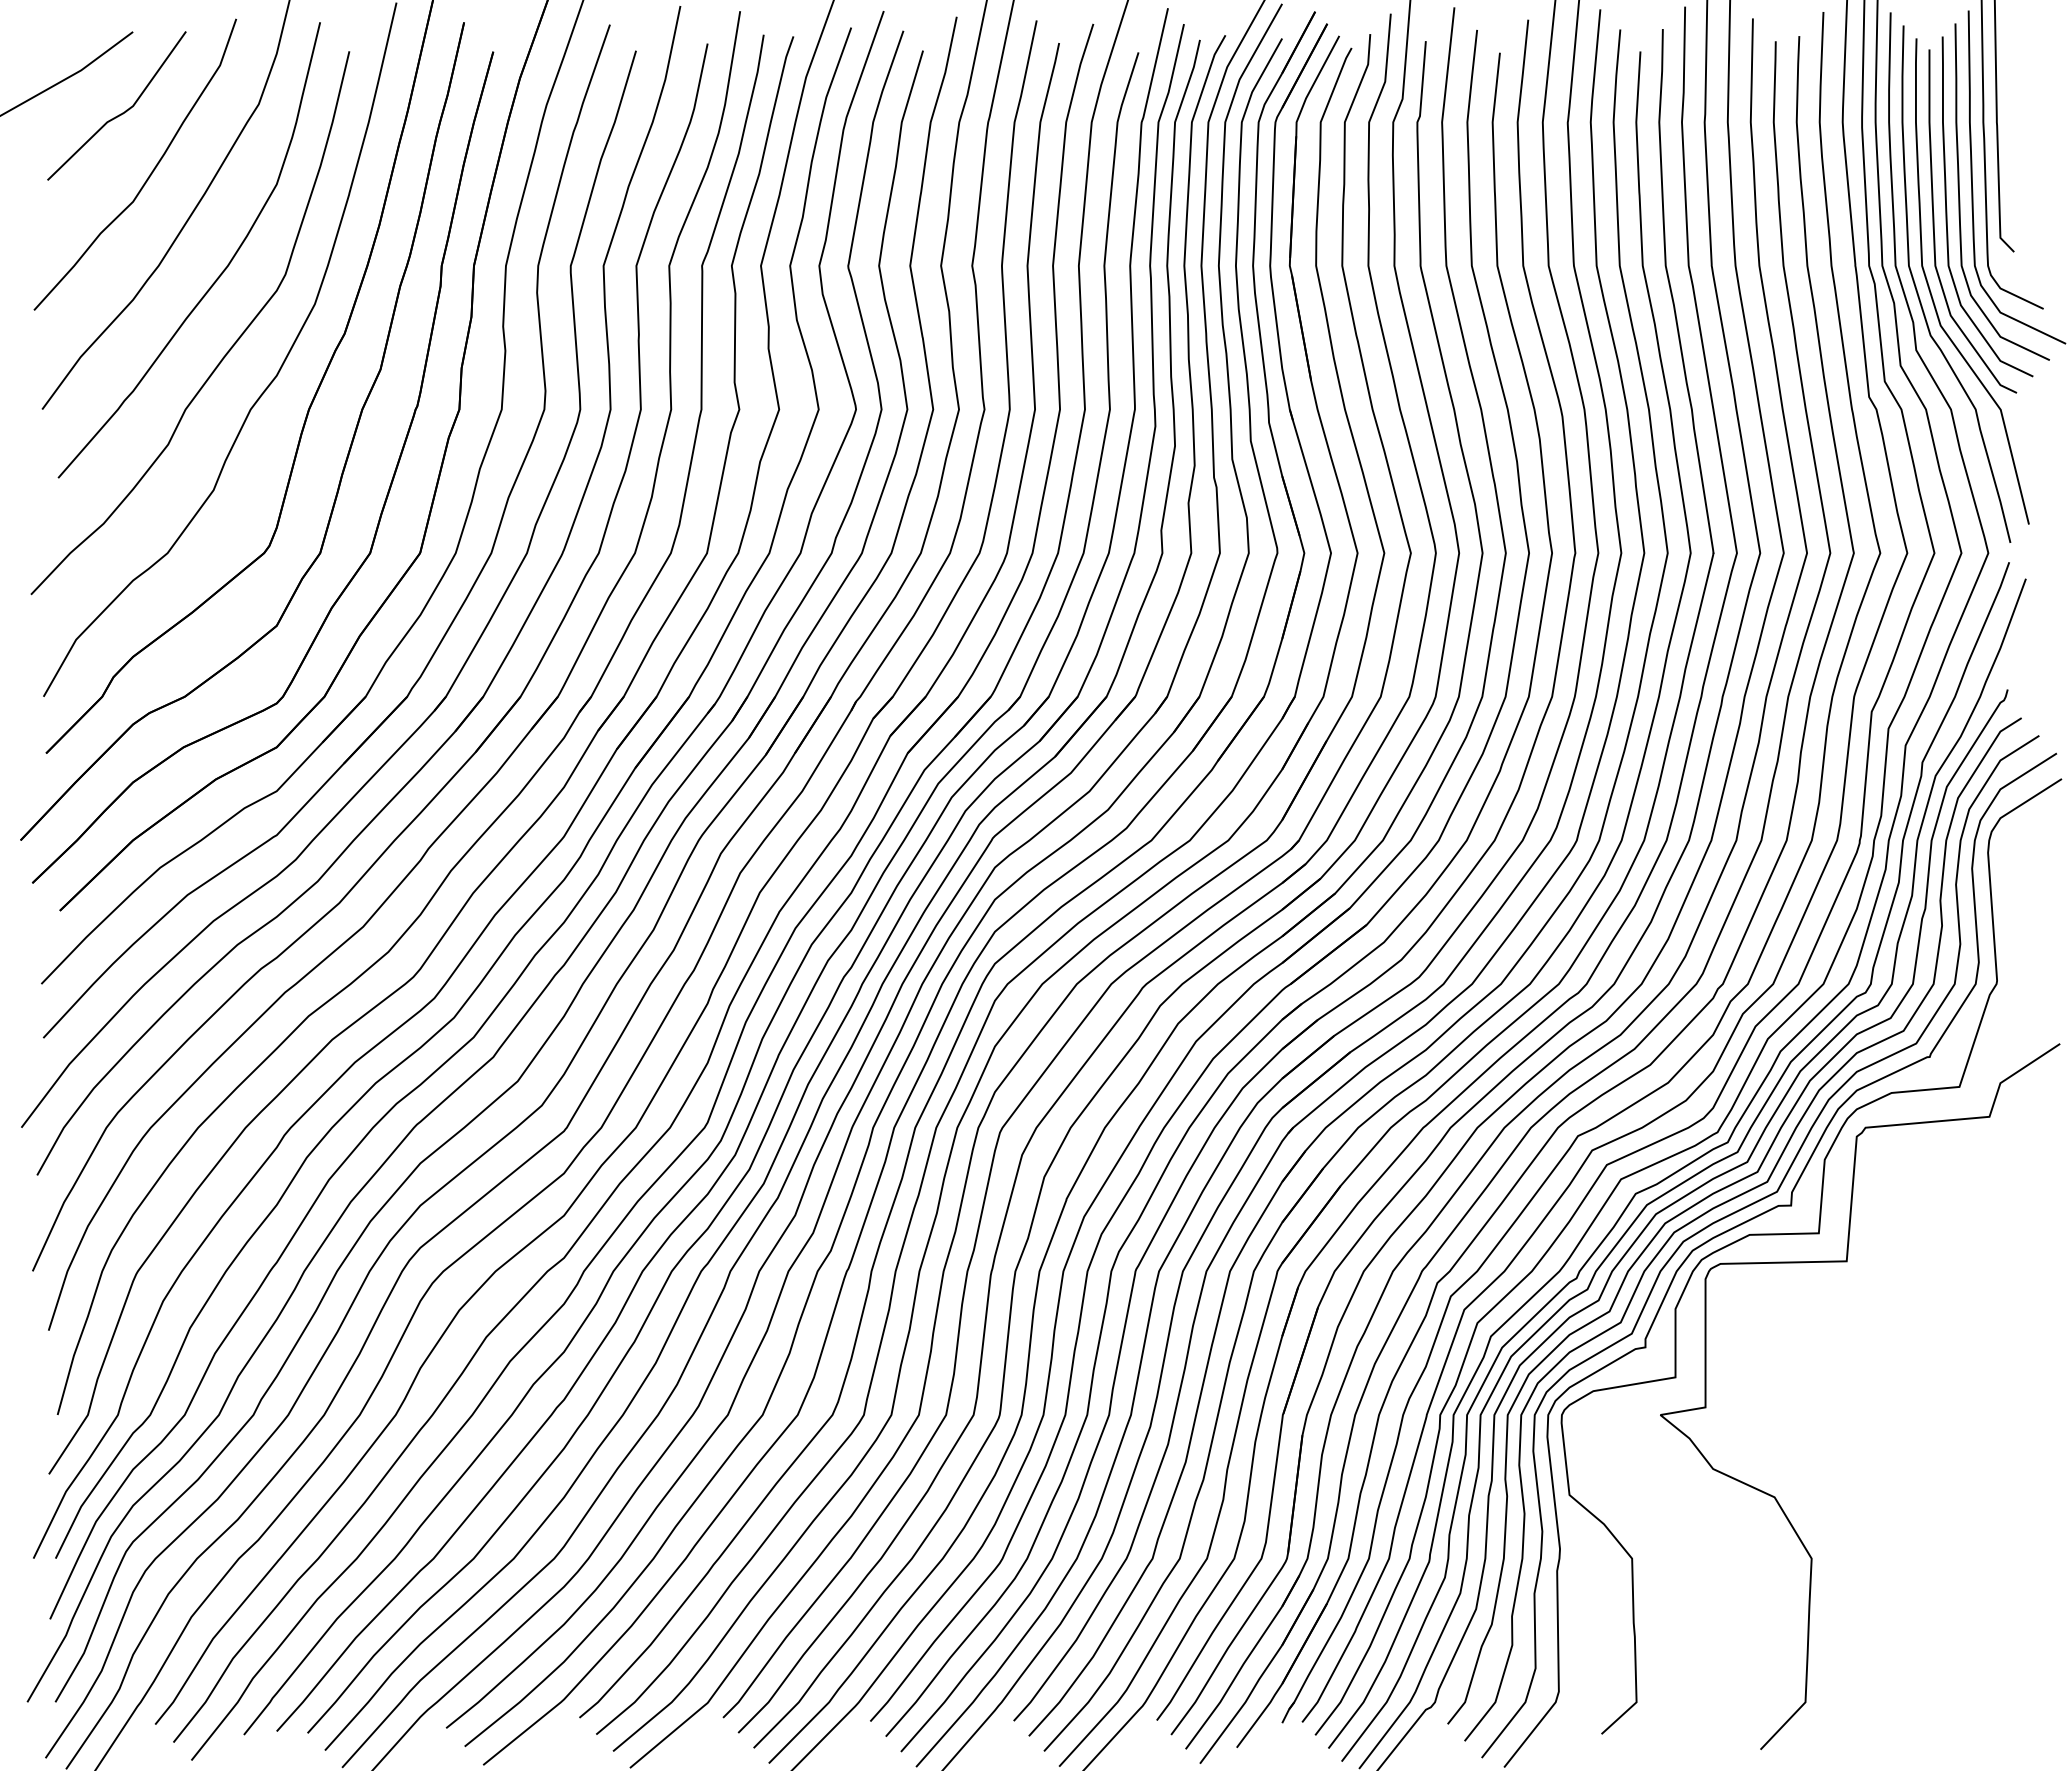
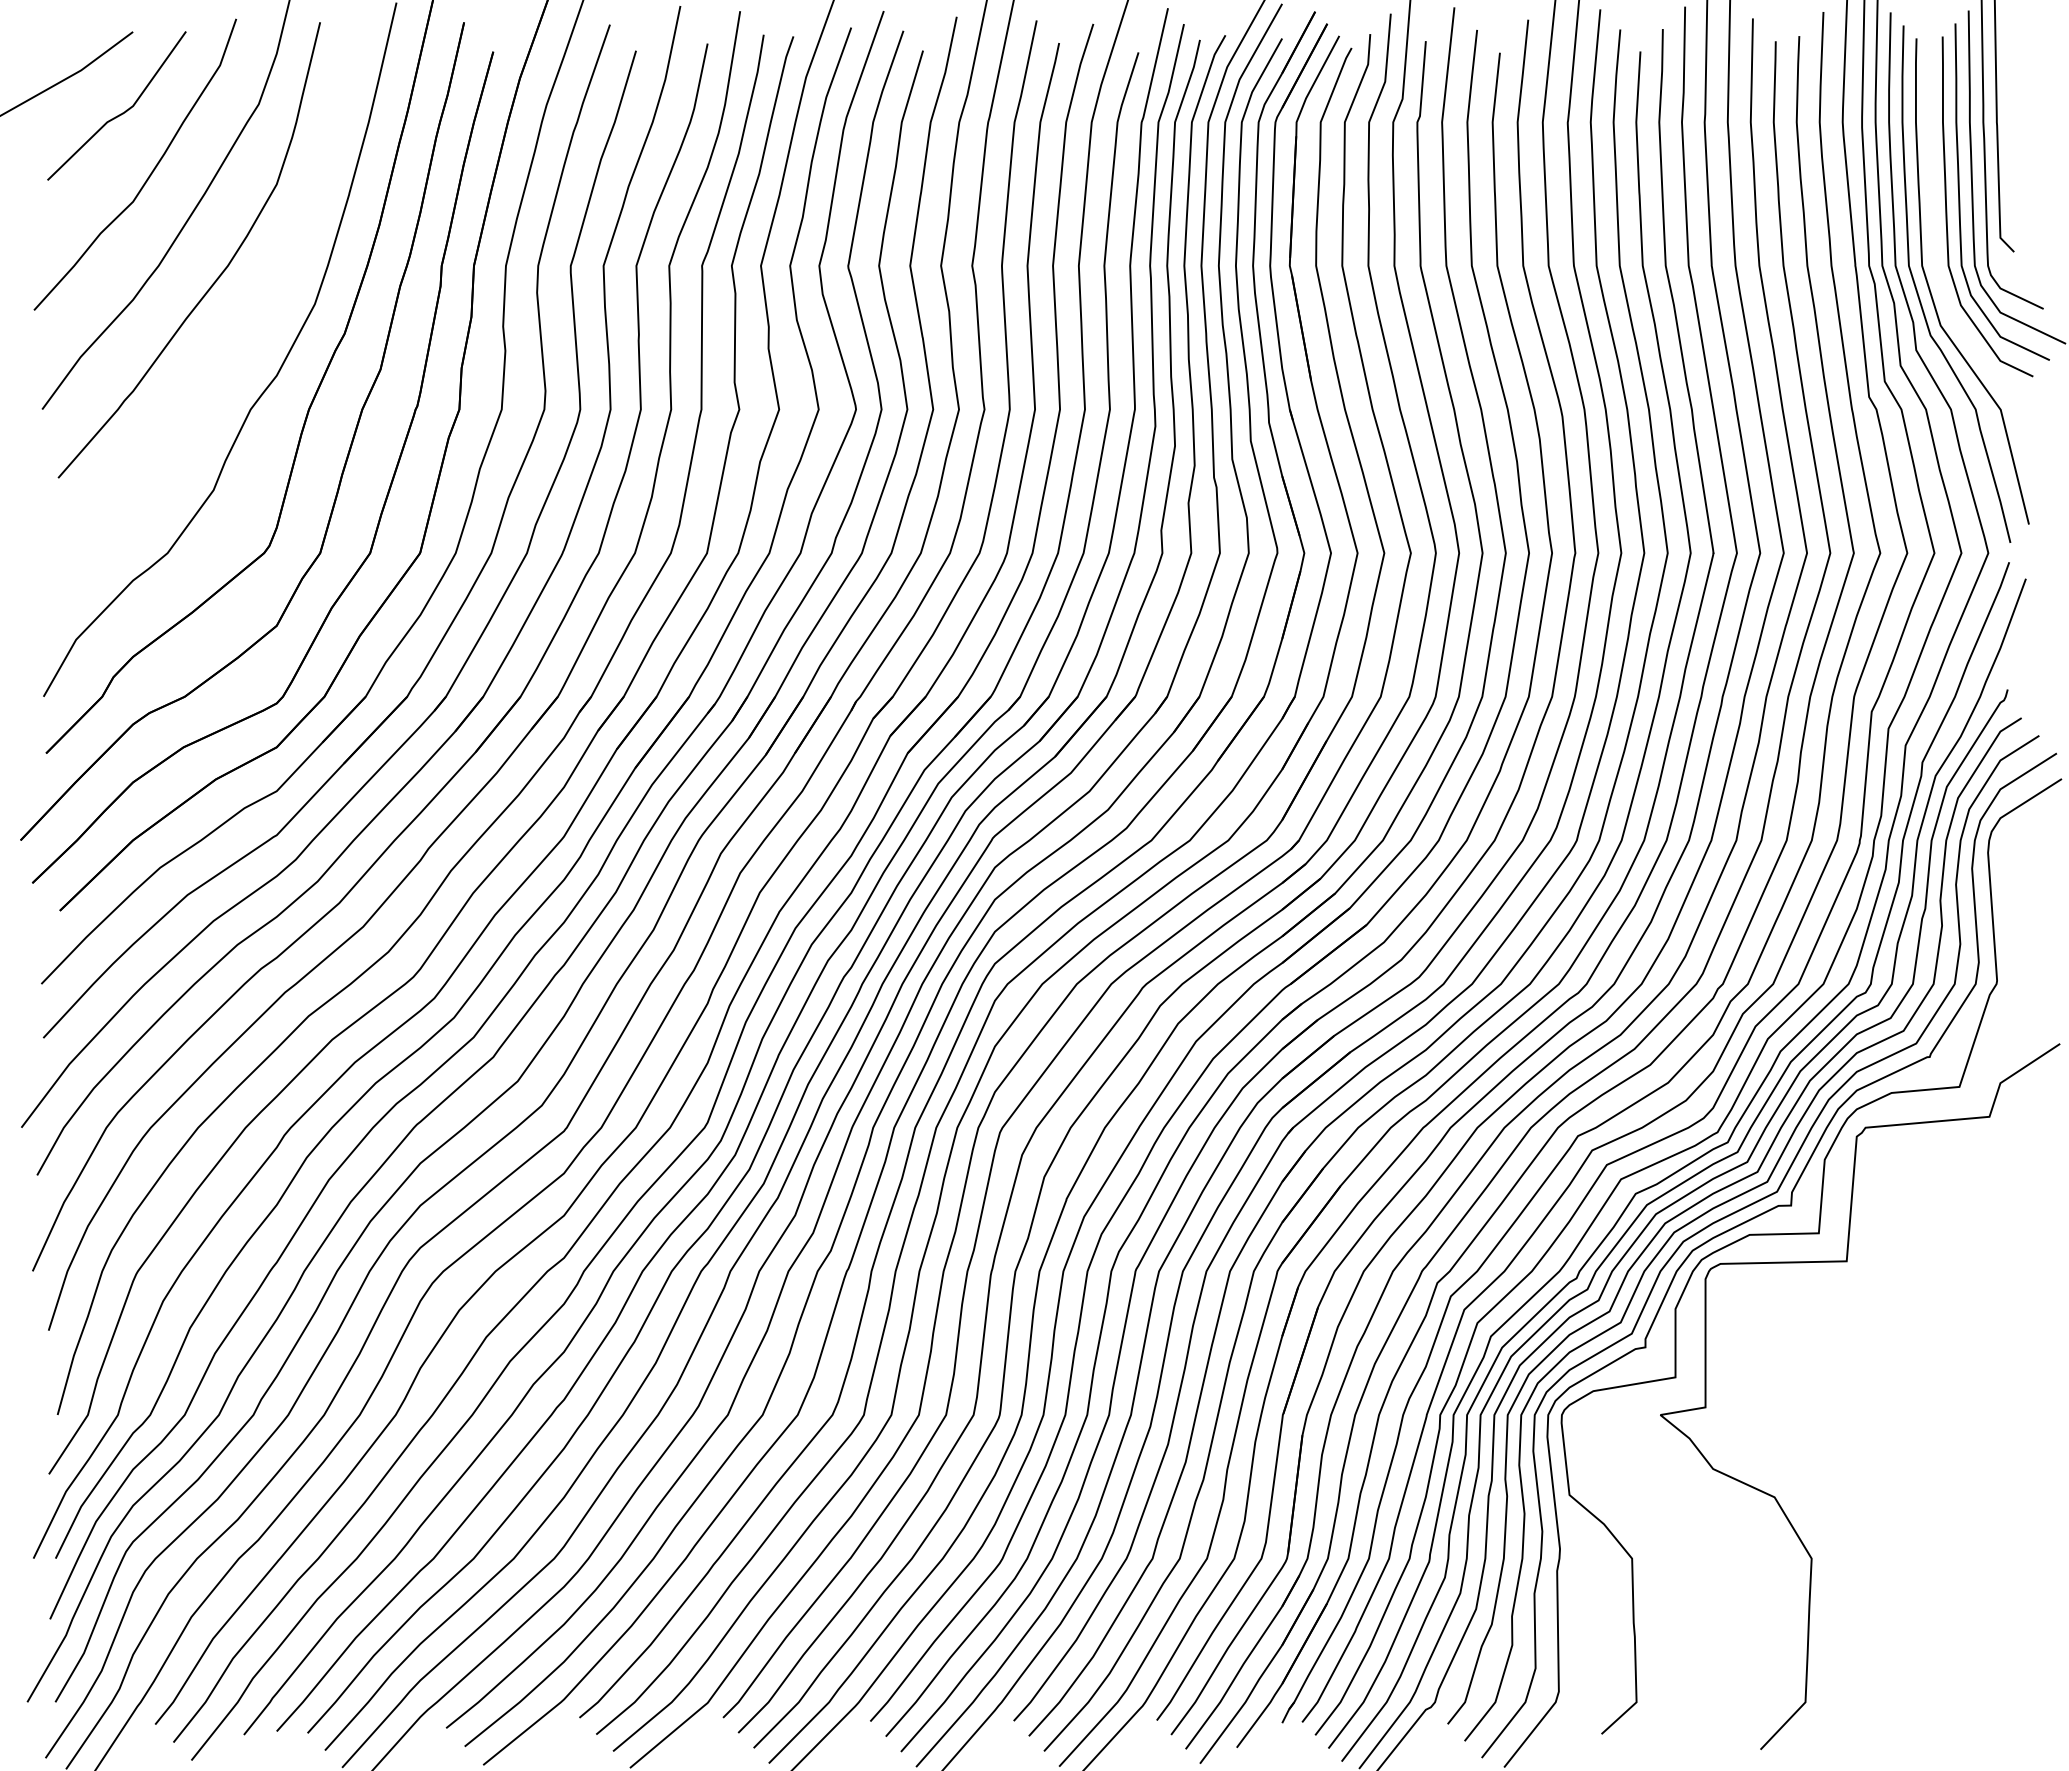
curve at (1934, 221): present -> none
curve at (225, 353): present -> none
